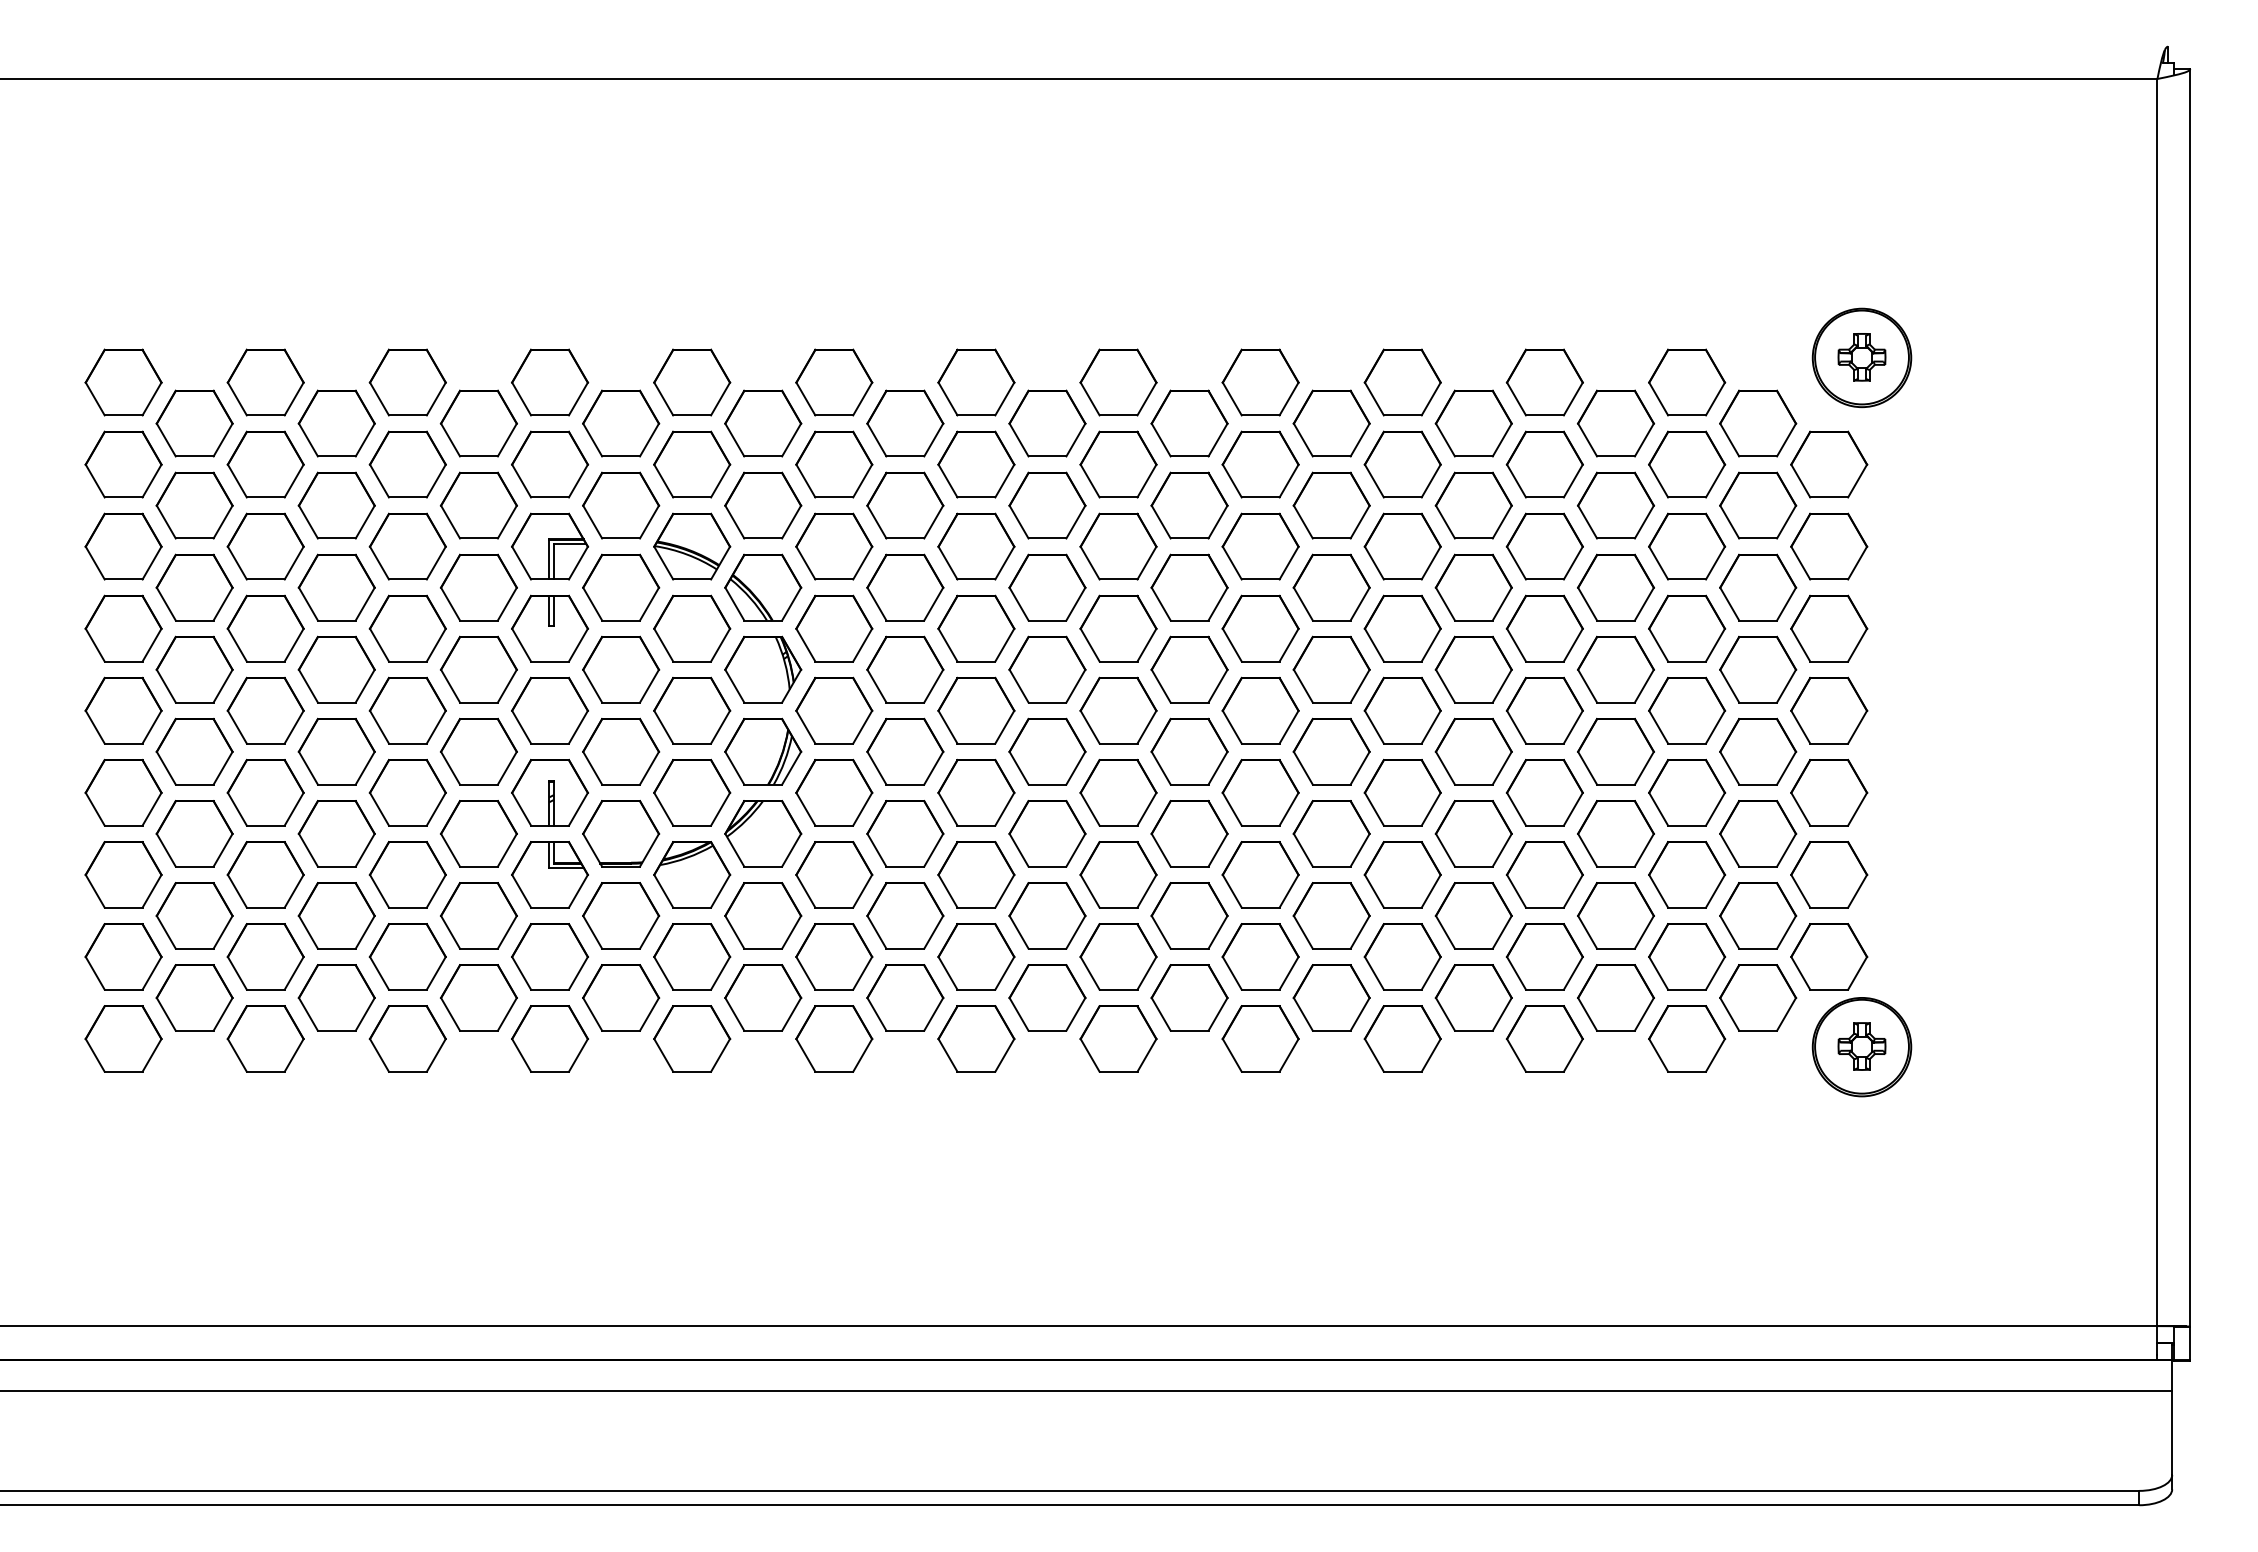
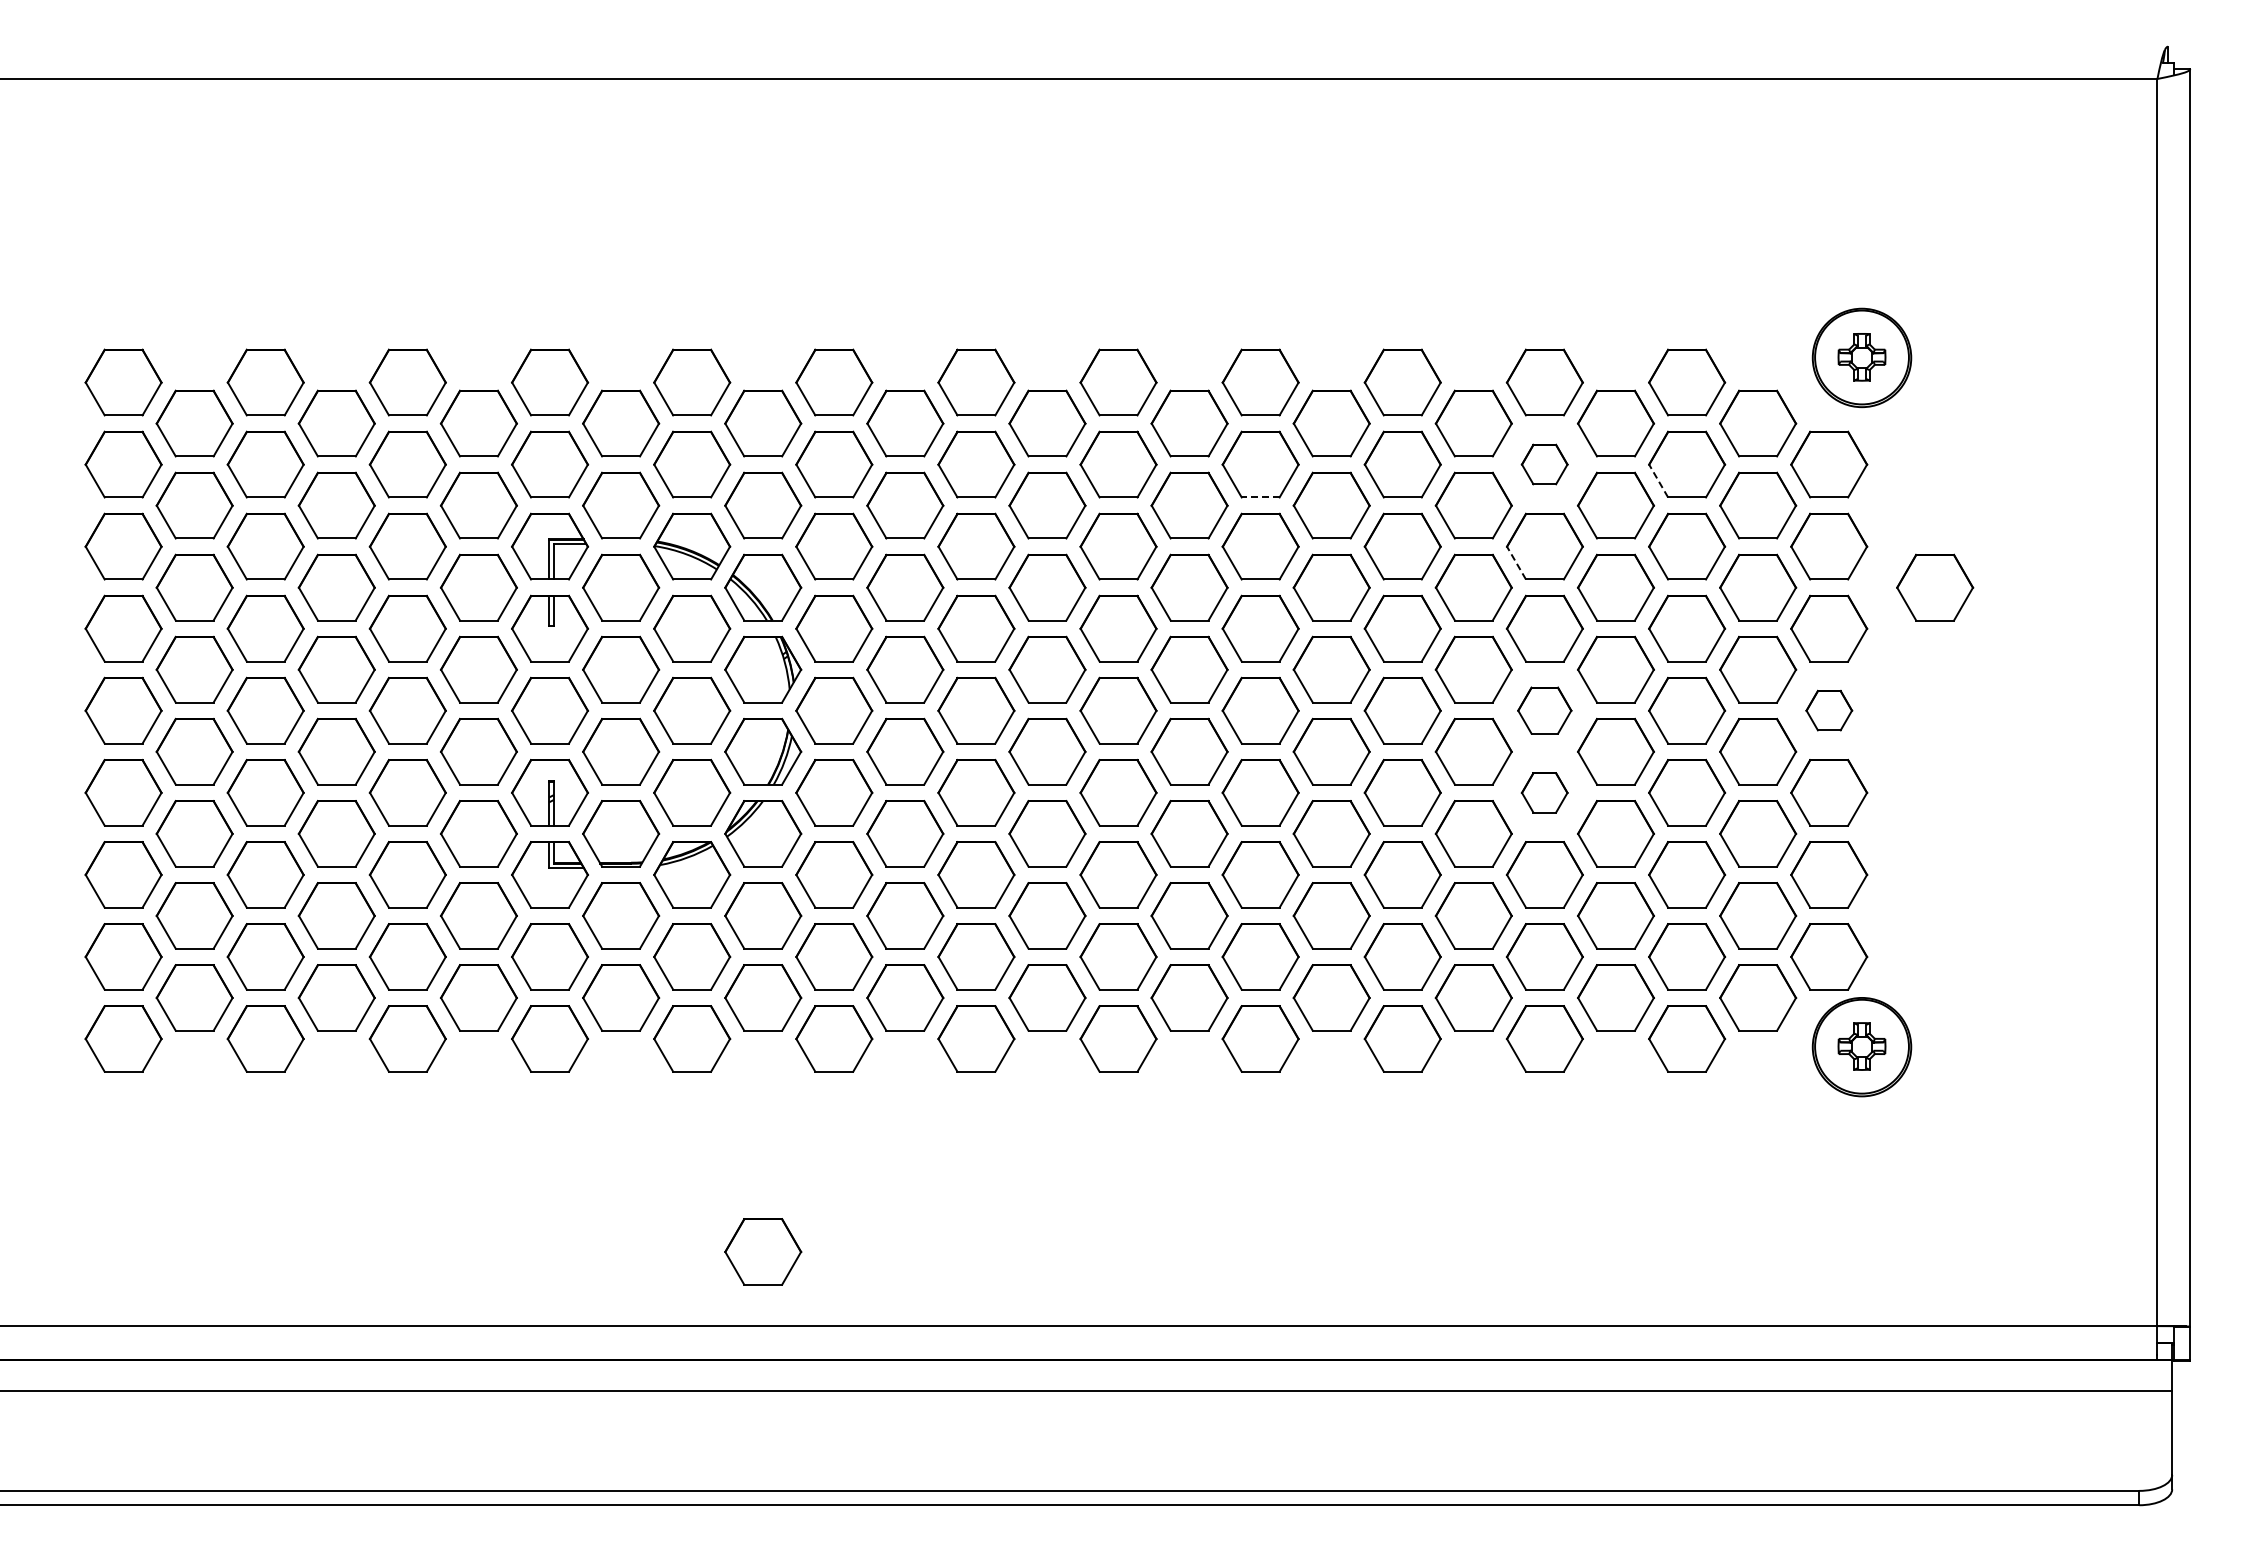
part at (1544, 464) size: 79x69 px -> 49x43 px
line at (1658, 481): solid -> dashed
line at (1260, 497): solid -> dashed
line at (1516, 563): solid -> dashed
part at (1935, 587): none -> present
part at (1544, 710) size: 79x69 px -> 56x49 px
part at (1829, 710) size: 79x69 px -> 49x43 px
part at (1544, 792) size: 79x68 px -> 49x42 px
part at (763, 1251): none -> present
